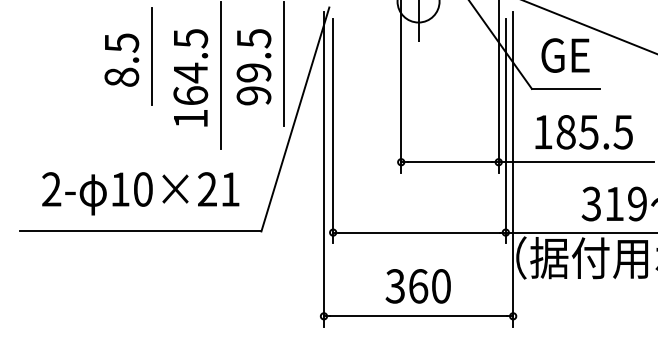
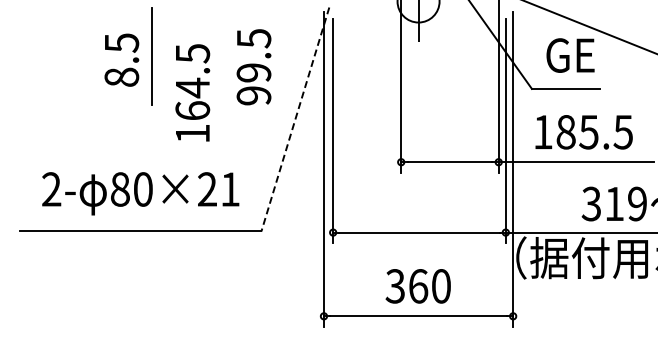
text at (565, 55) position: (565, 55) -> (570, 55)
line at (283, 64): present -> none
line at (220, 75): present -> none
text at (190, 77) position: (190, 77) -> (192, 92)
line at (295, 119): solid -> dashed
text at (120, 189): 10×21 -> 80×21
